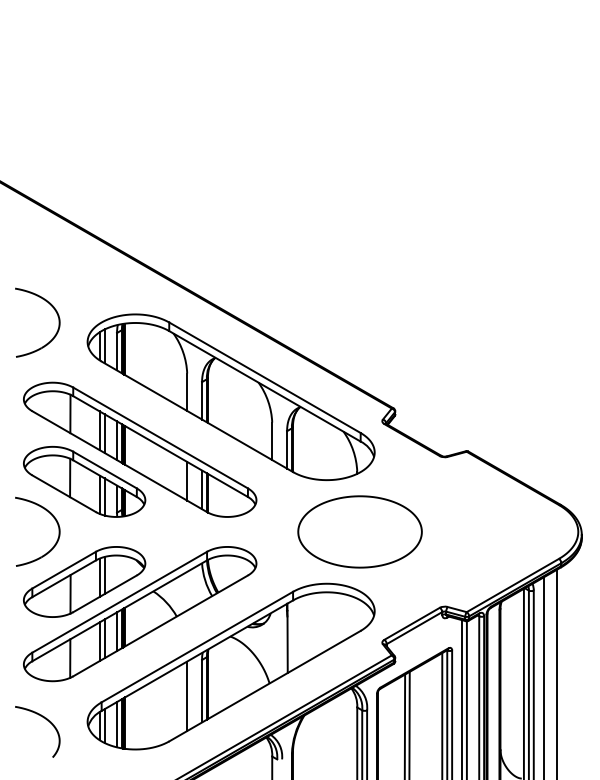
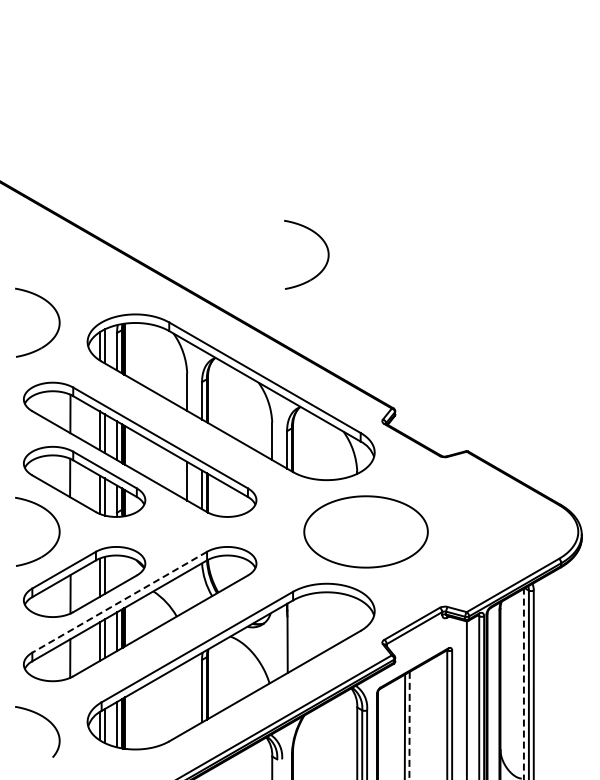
part at (324, 244): none -> present
part at (359, 531) position: (359, 531) -> (365, 531)
line at (119, 602): solid -> dashed
line at (557, 672): present -> none
line at (544, 676): present -> none
line at (523, 683): solid -> dashed
line at (187, 696): present -> none
line at (461, 698): present -> none
line at (442, 714): present -> none
line at (409, 725): solid -> dashed
